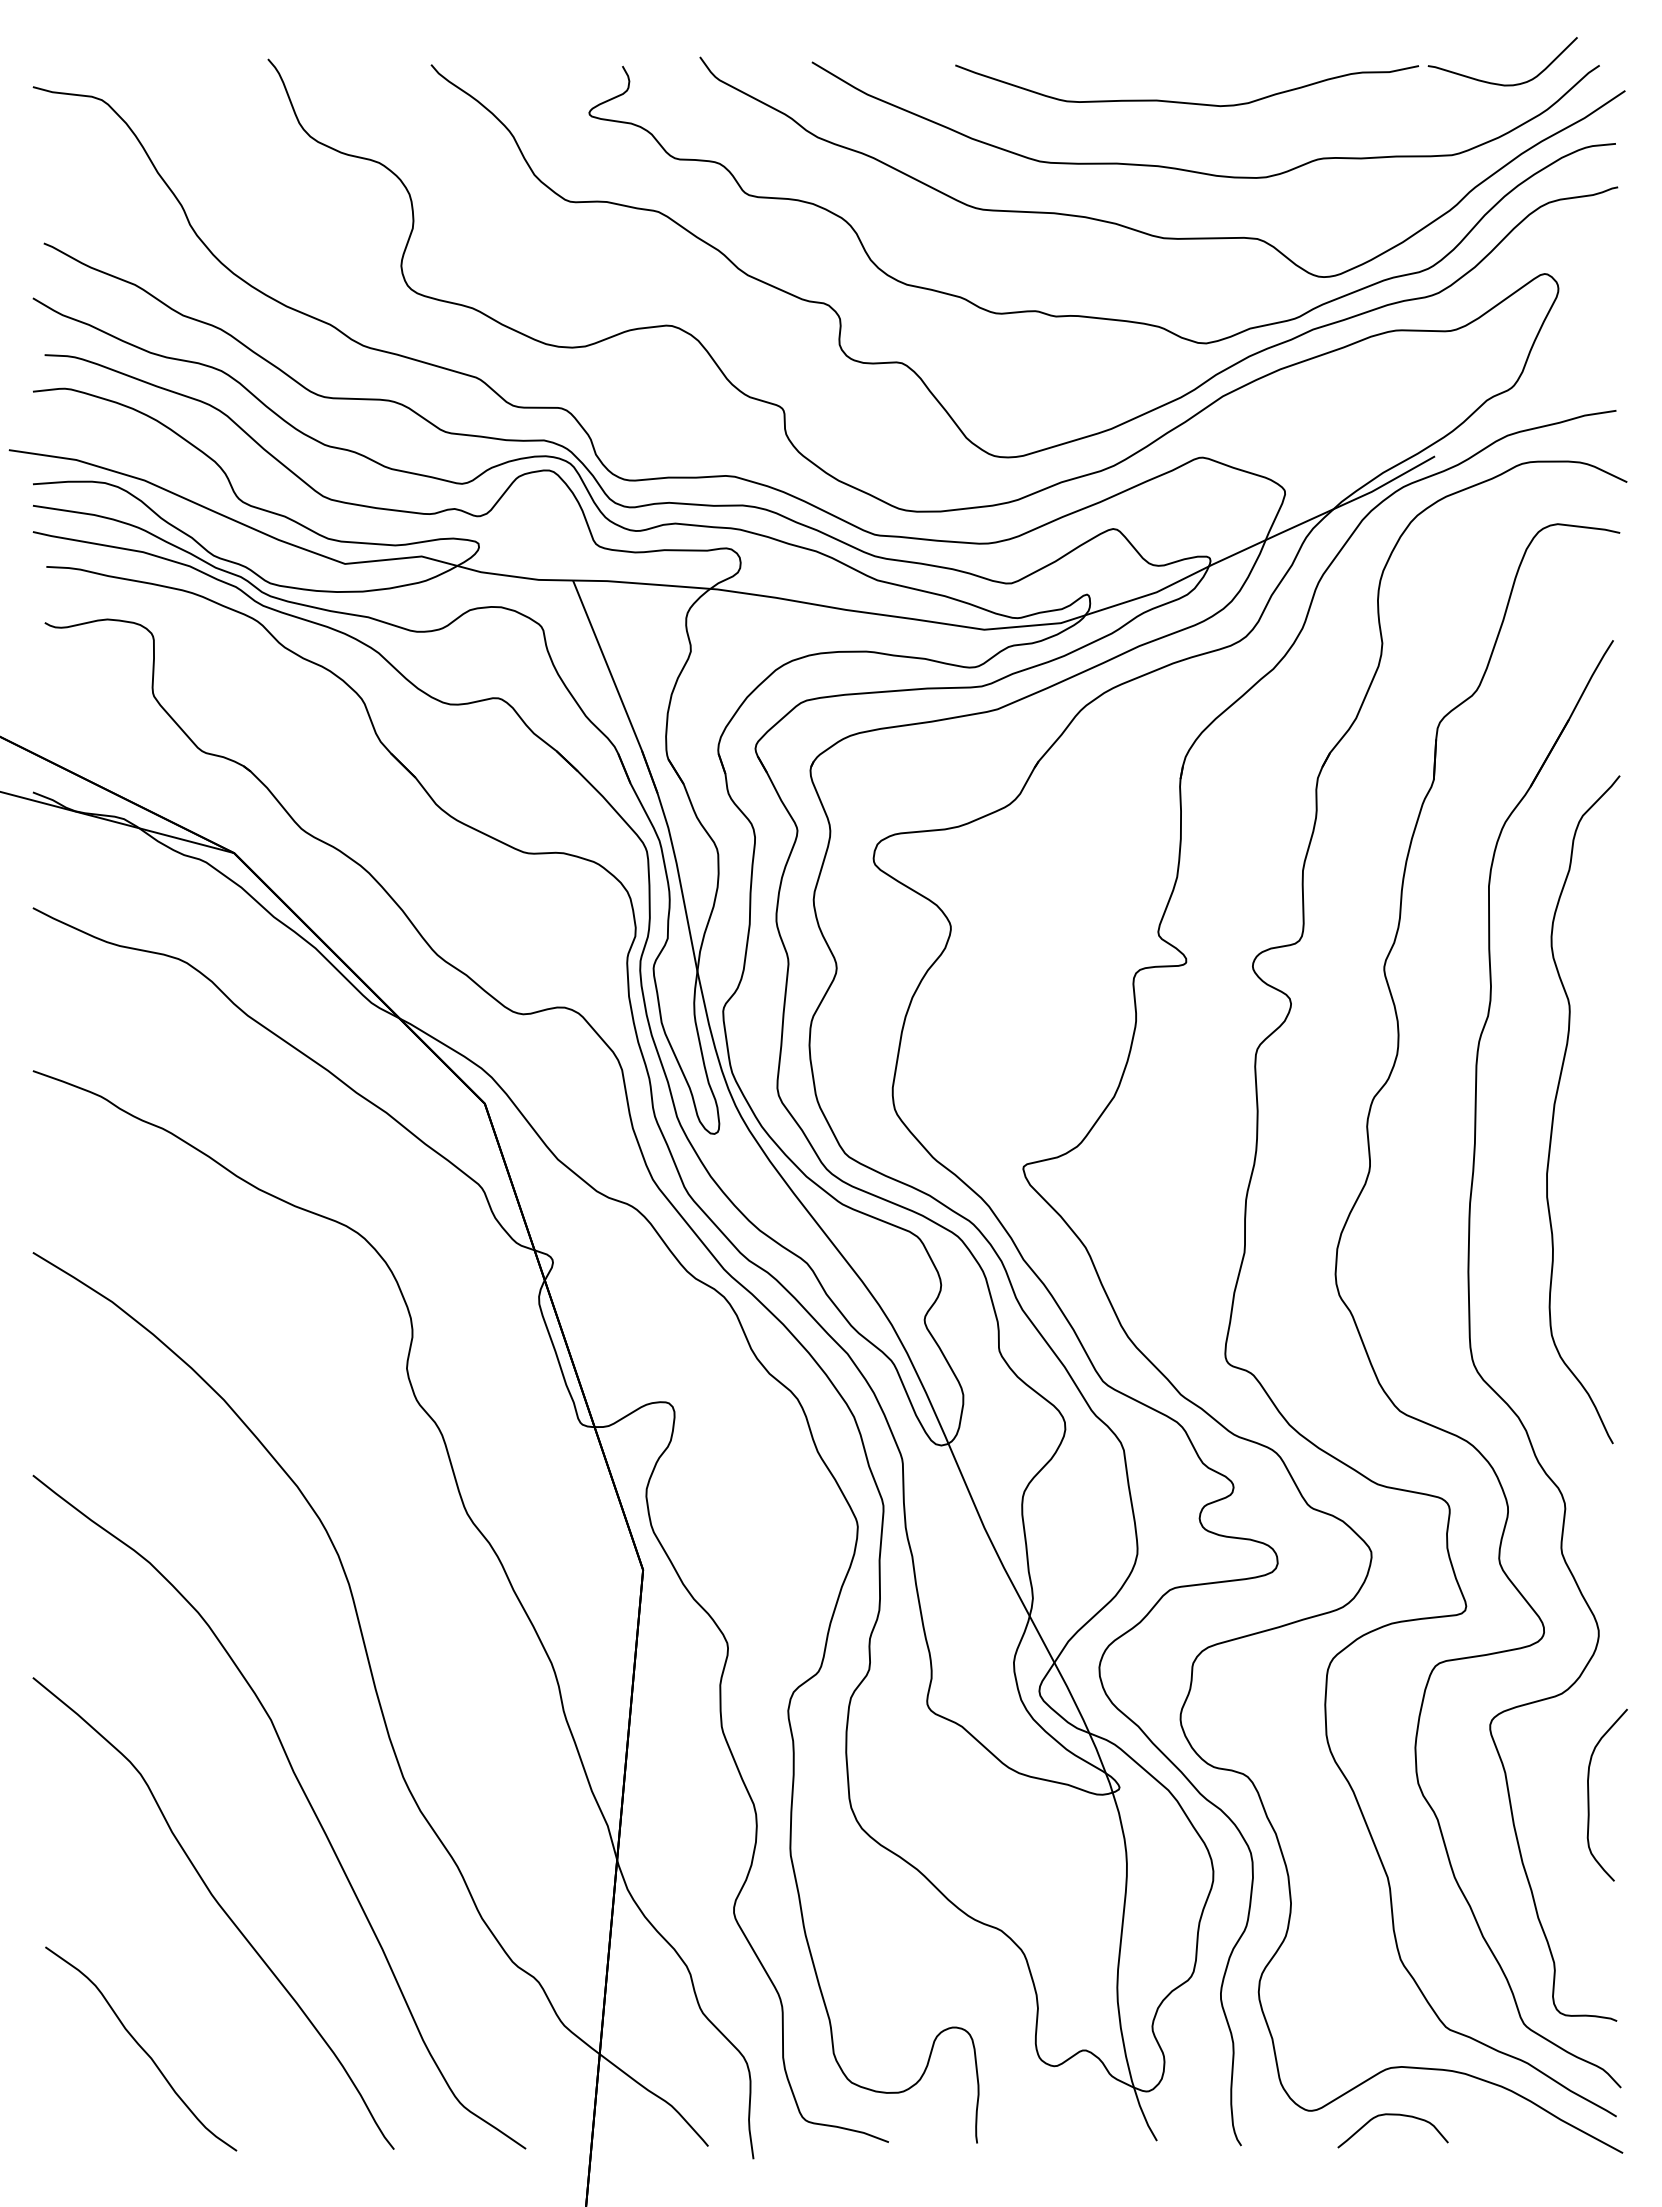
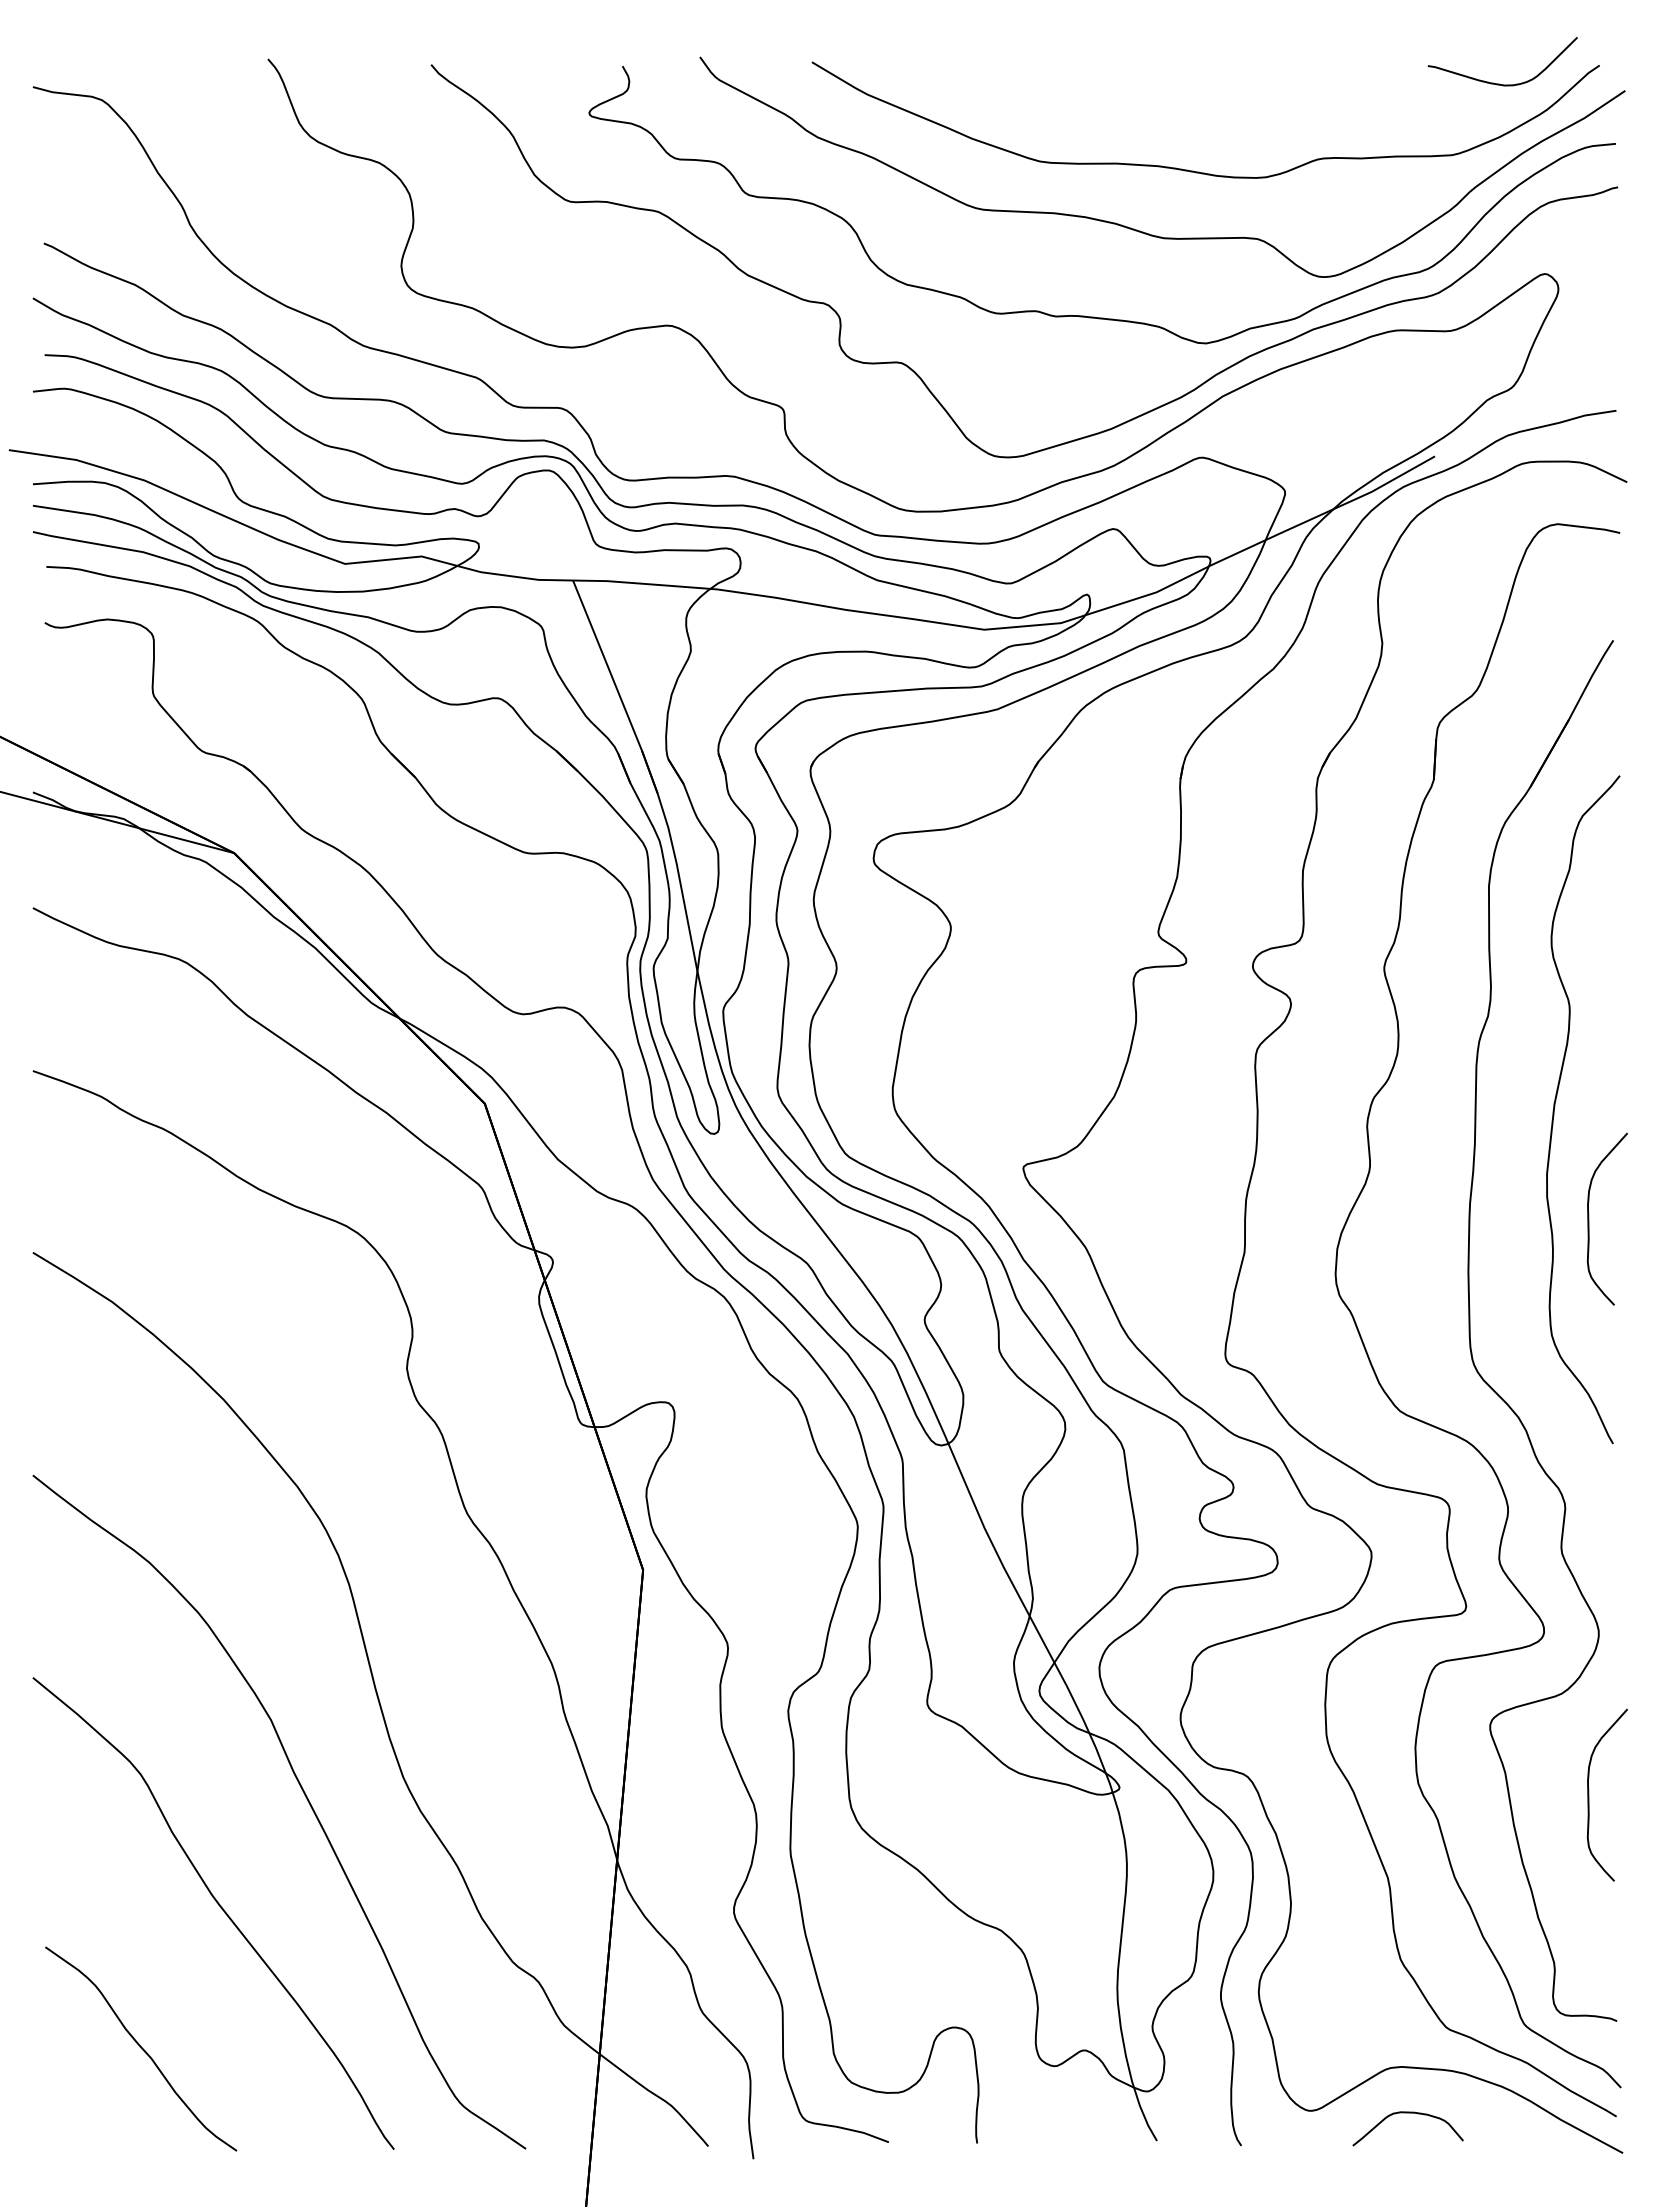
curve at (1182, 101): present -> none
curve at (1589, 1218): none -> present
curve at (1392, 2115) position: (1392, 2115) -> (1407, 2113)
